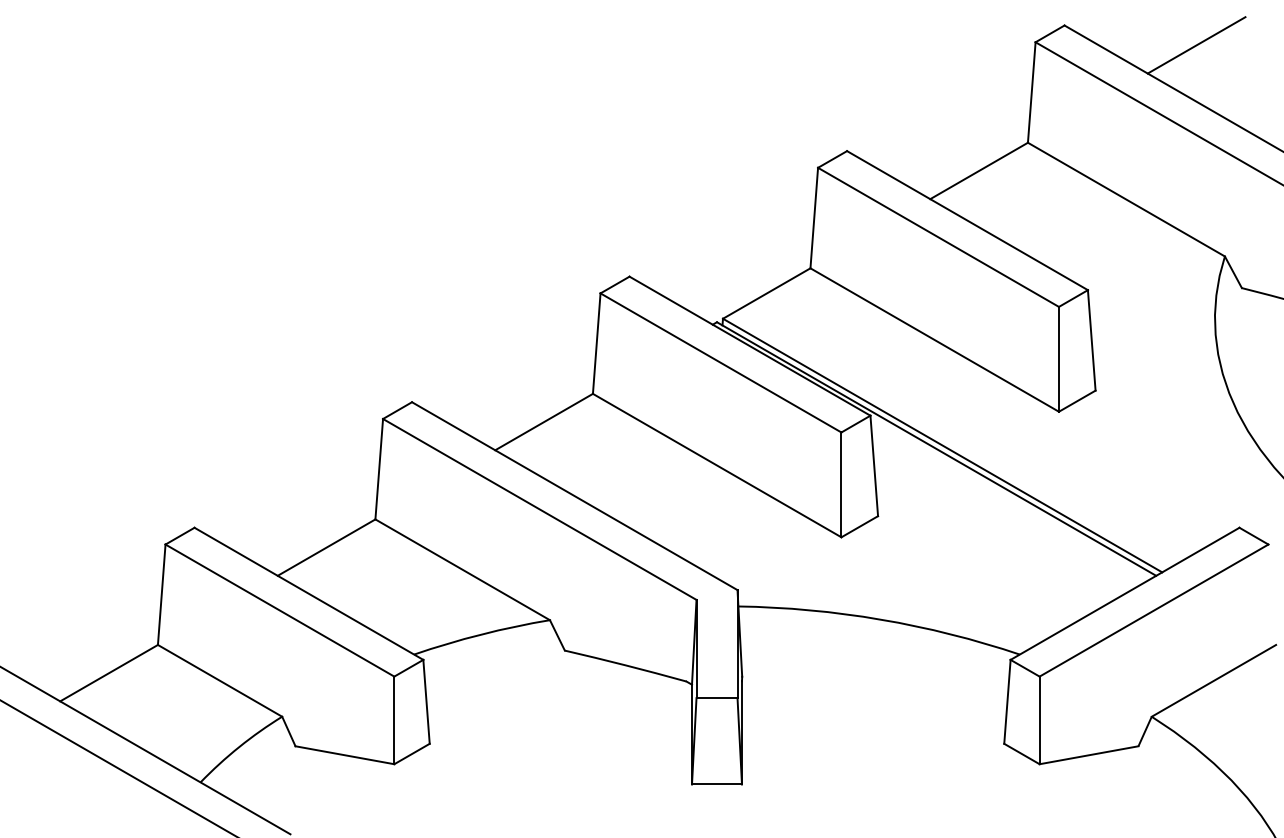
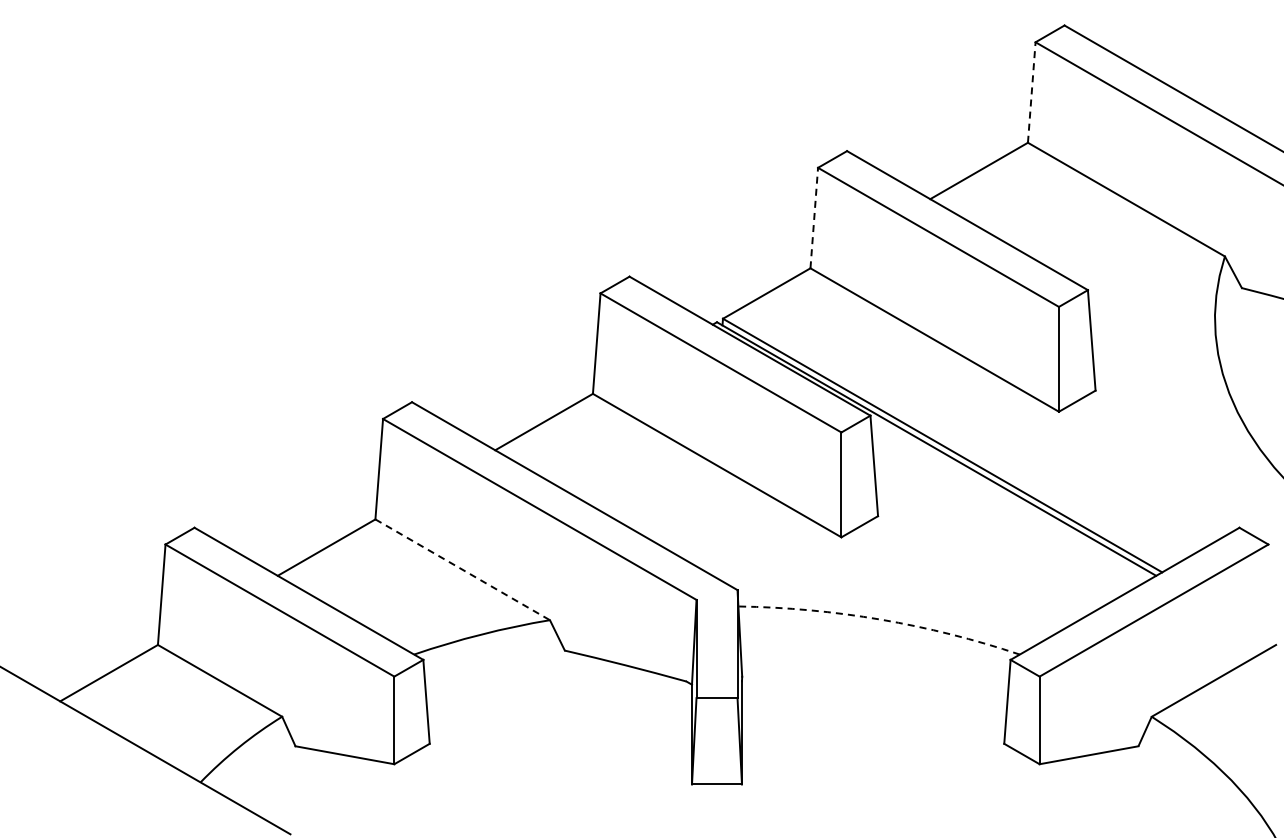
line at (1196, 45): present -> none
line at (1031, 92): solid -> dashed
line at (814, 217): solid -> dashed
line at (462, 569): solid -> dashed
arc at (880, 619): solid -> dashed
line at (117, 767): present -> none
